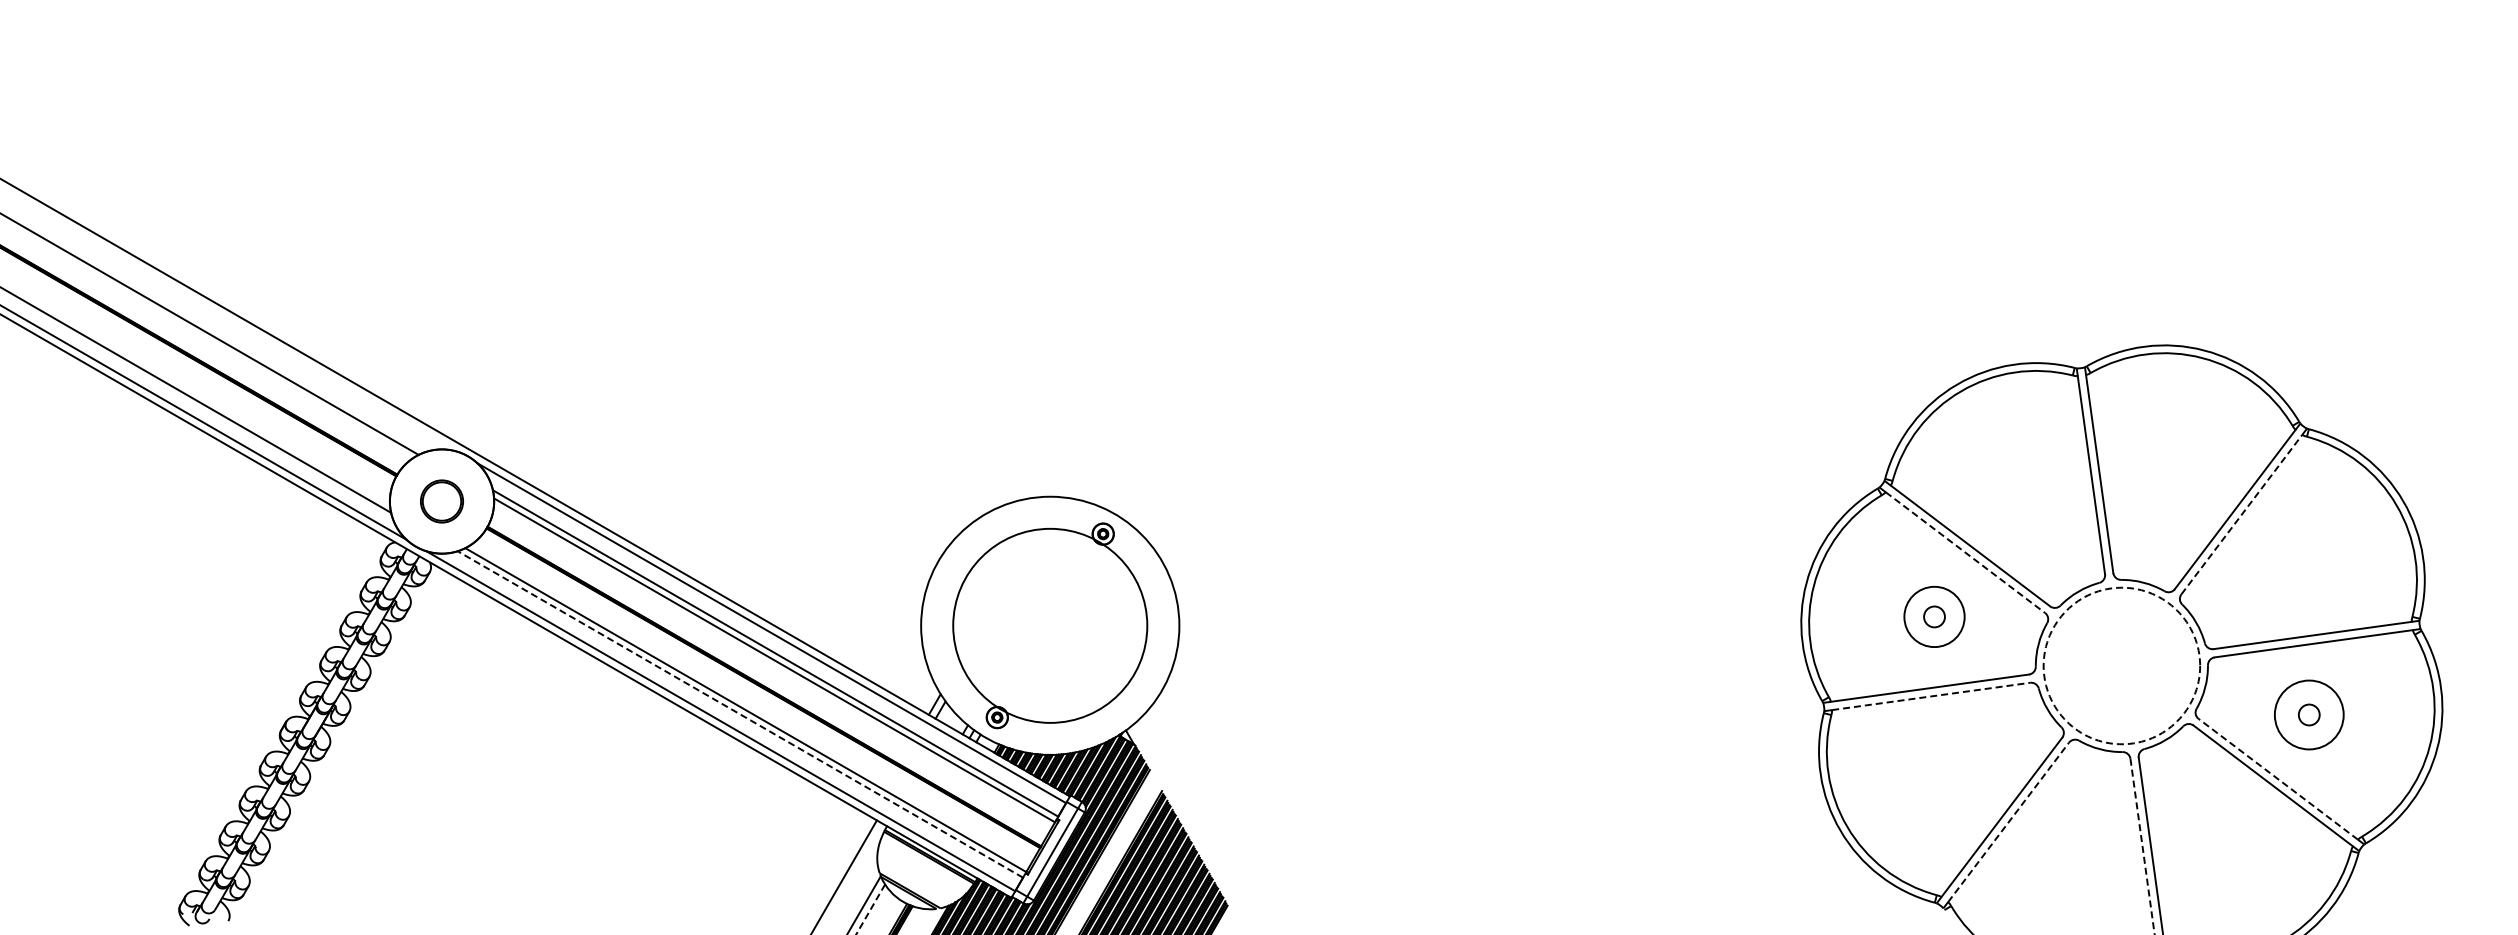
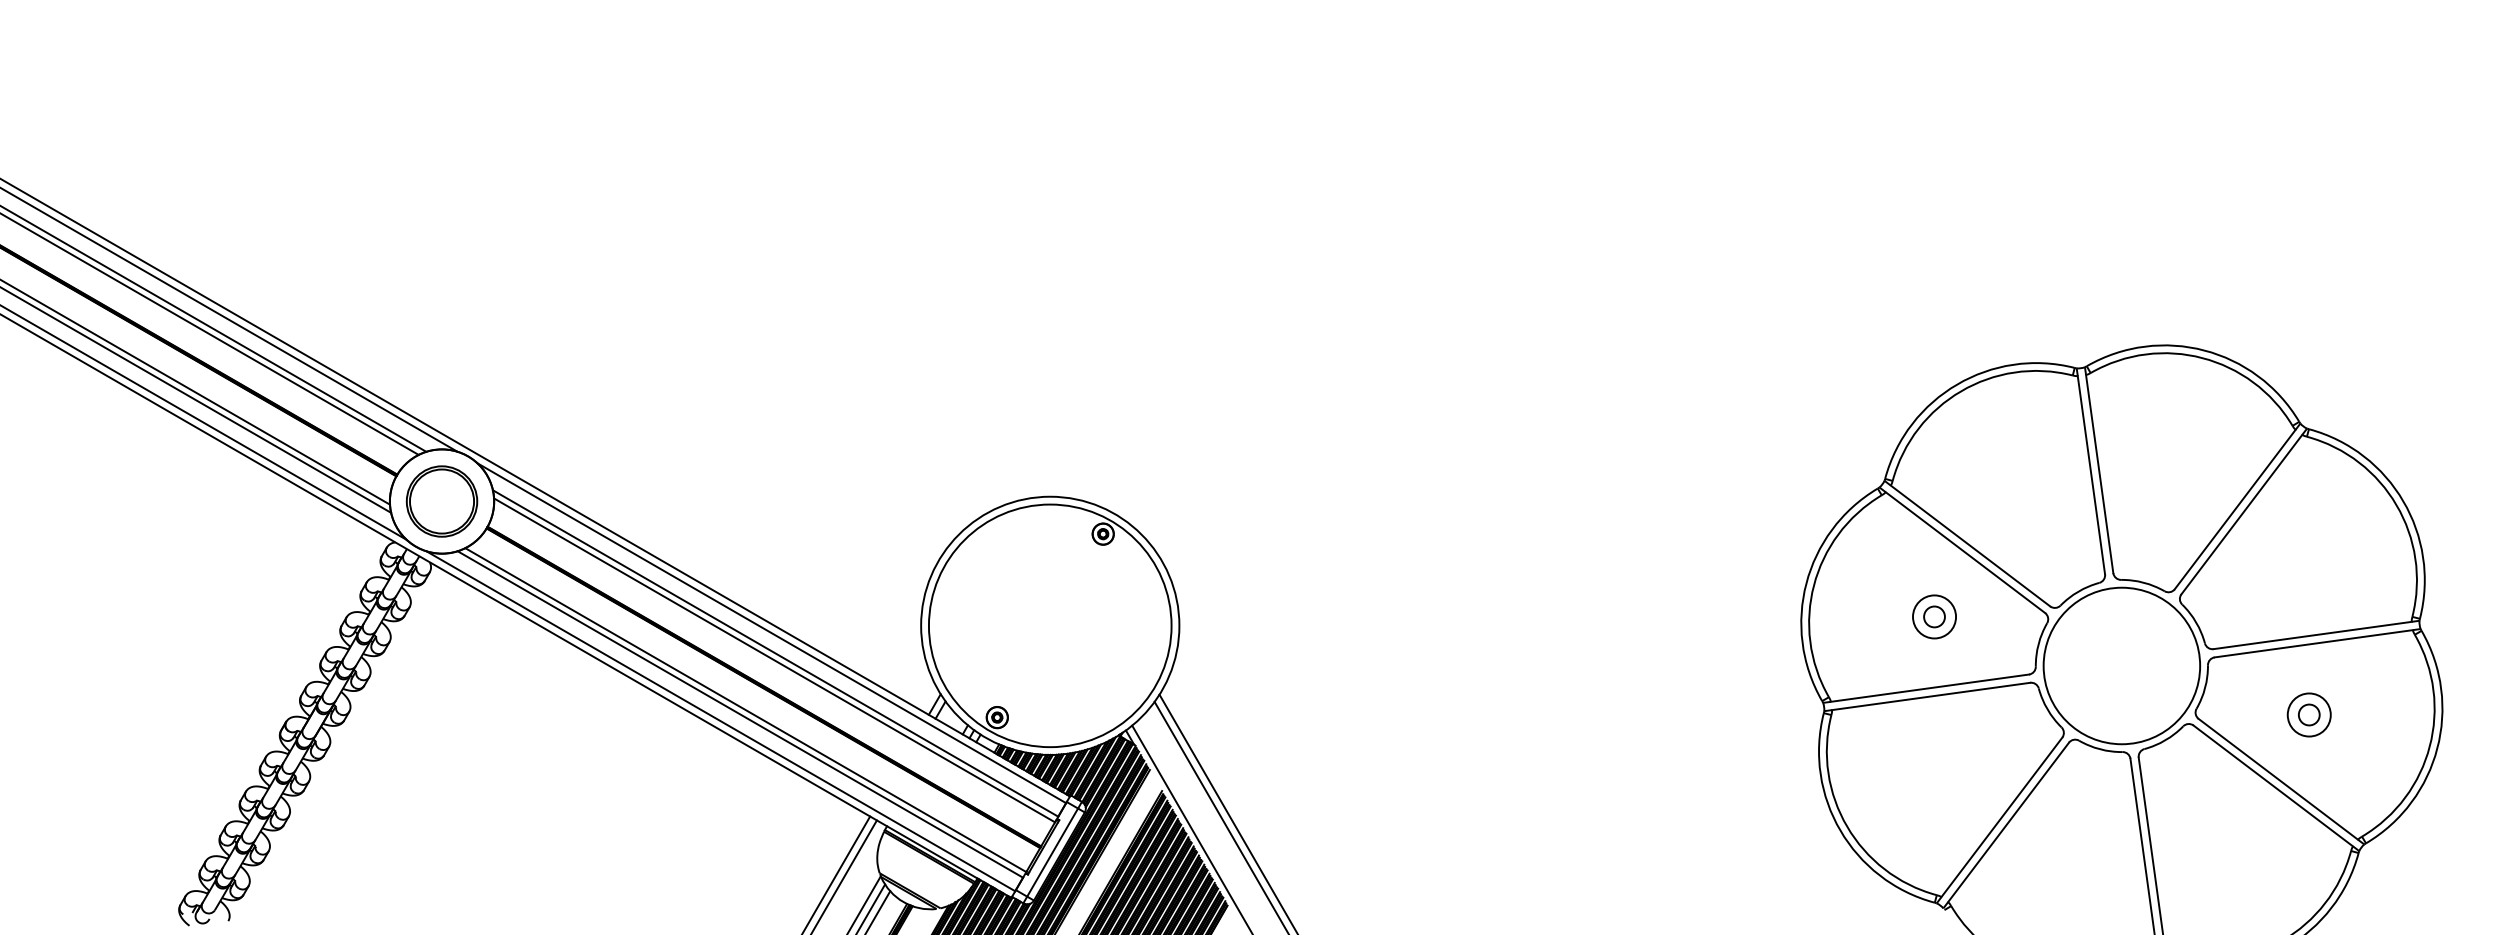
line at (229, 320): none -> present
line at (214, 329): none -> present
line at (195, 392): none -> present
part at (441, 501) size: 44x45 px -> 74x73 px
line at (2241, 514): dashed -> solid
line at (1965, 552): dashed -> solid
circle at (1934, 616) diameter: 60 px -> 43 px
circle at (1050, 625) diameter: 194 px -> 243 px
circle at (2121, 665): dashed -> solid
line at (1931, 696): dashed -> solid
line at (739, 714): dashed -> solid
circle at (2308, 714) diameter: 69 px -> 43 px
line at (2278, 779): dashed -> solid
line at (1227, 812): none -> present
line at (1220, 816): none -> present
line at (2008, 822): dashed -> solid
line at (1191, 828): none -> present
line at (2142, 846): dashed -> solid
line at (836, 873): none -> present
line at (870, 909): dashed -> solid
line at (878, 911): none -> present
